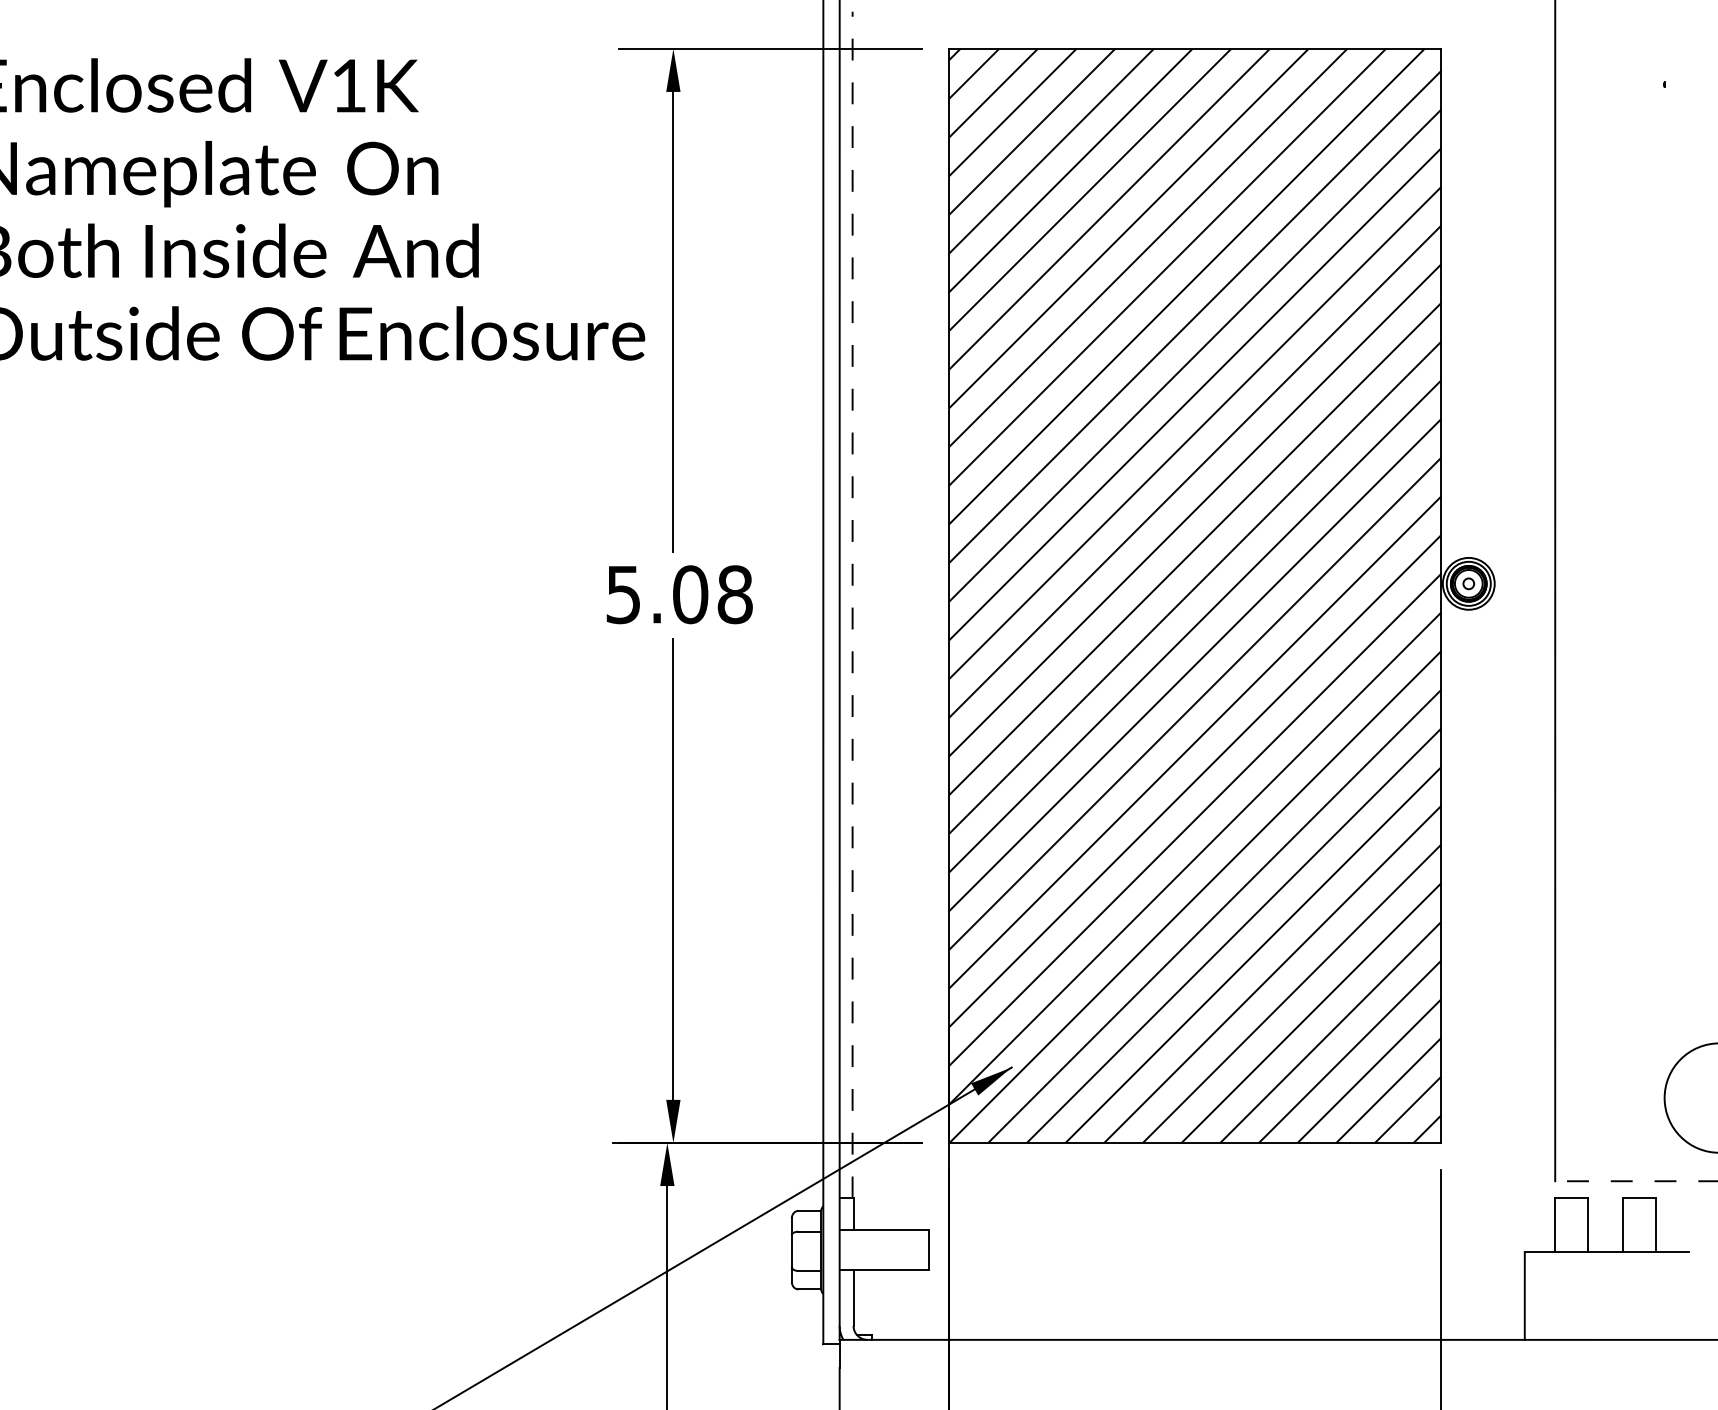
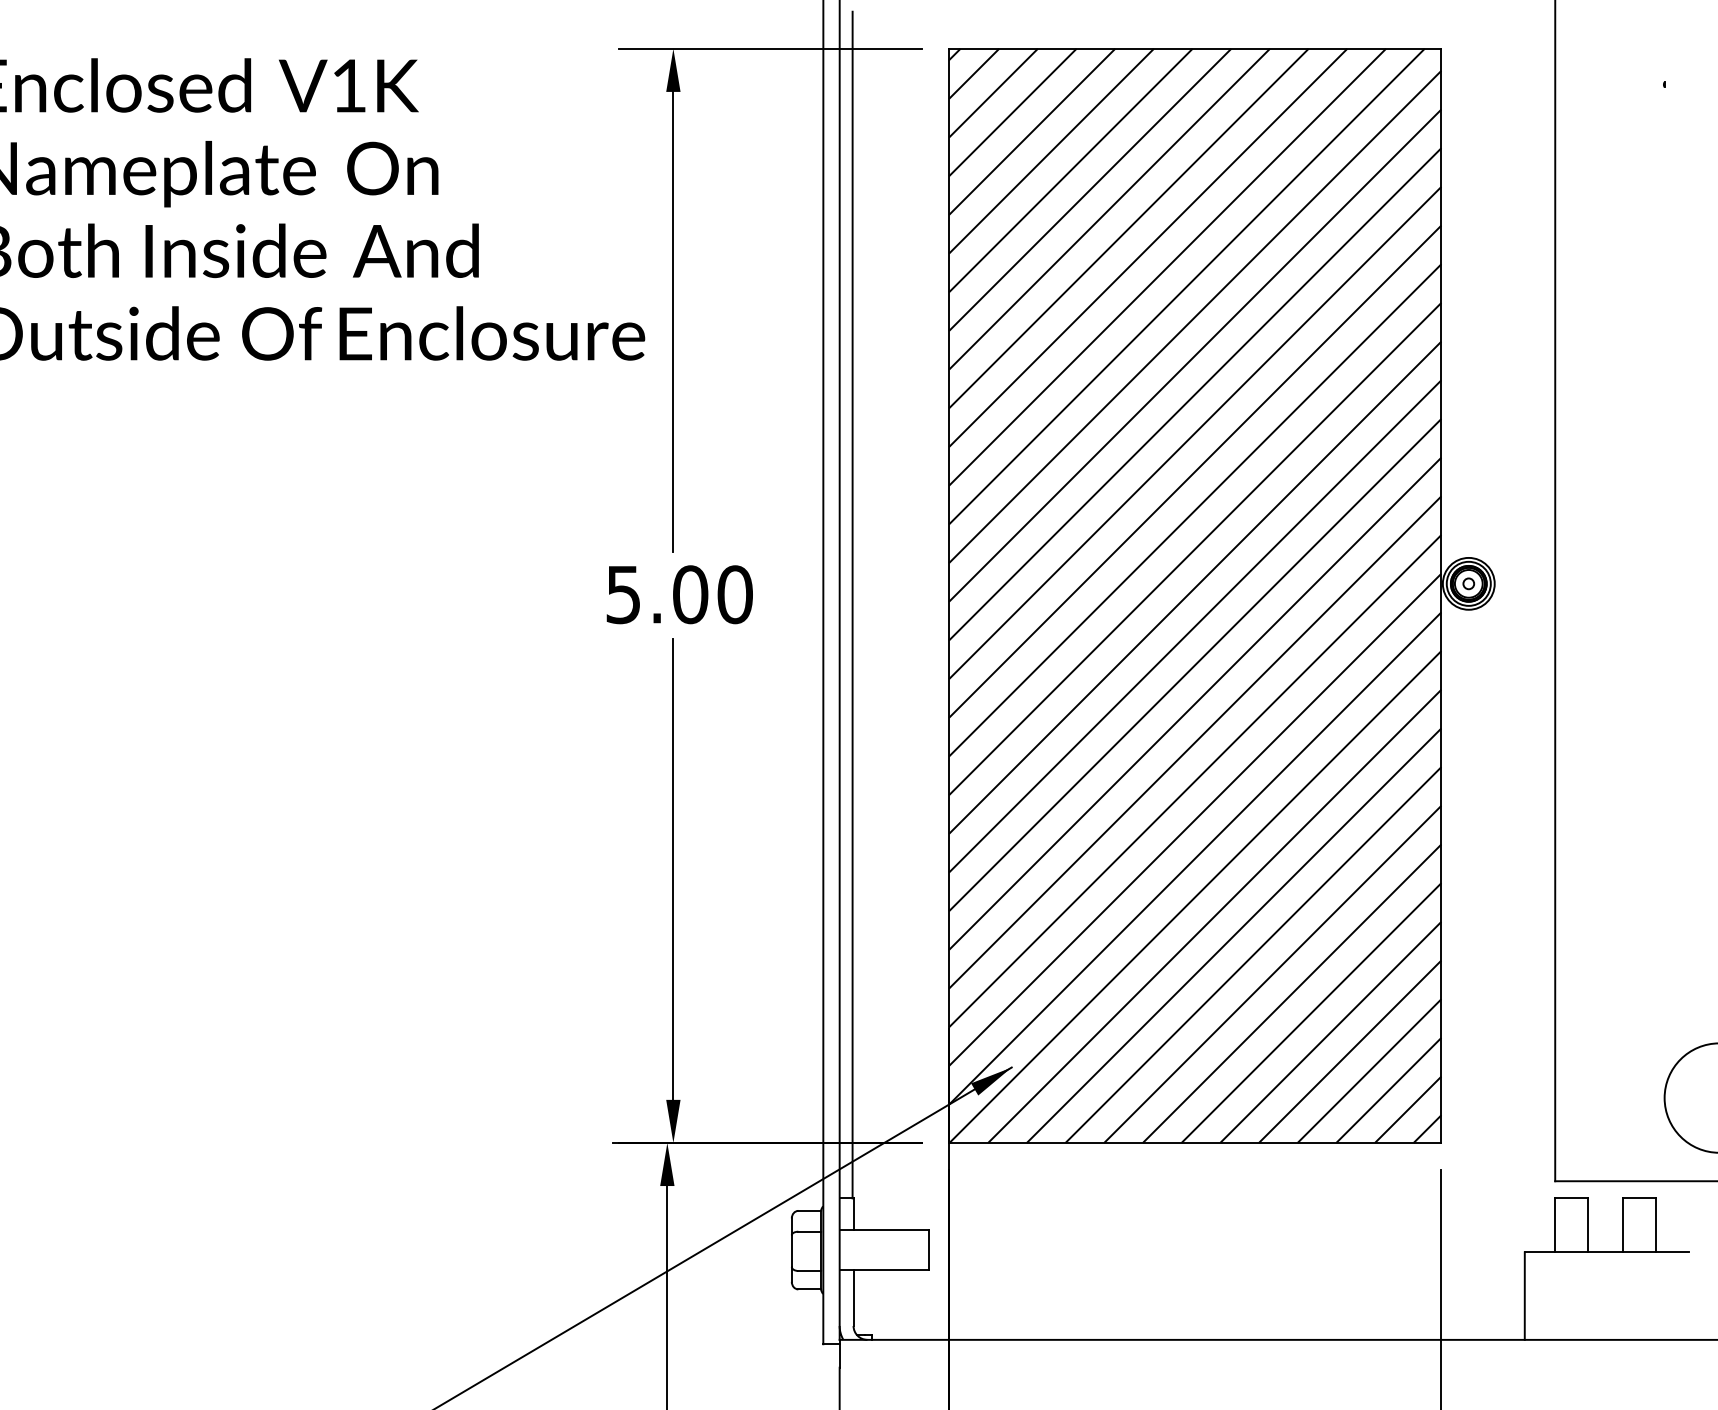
text at (734, 594): 5.08 -> 5.00
line at (852, 604): dashed -> solid
line at (1636, 1181): dashed -> solid
